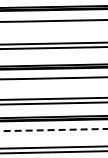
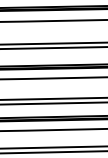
line at (54, 130): dashed -> solid
